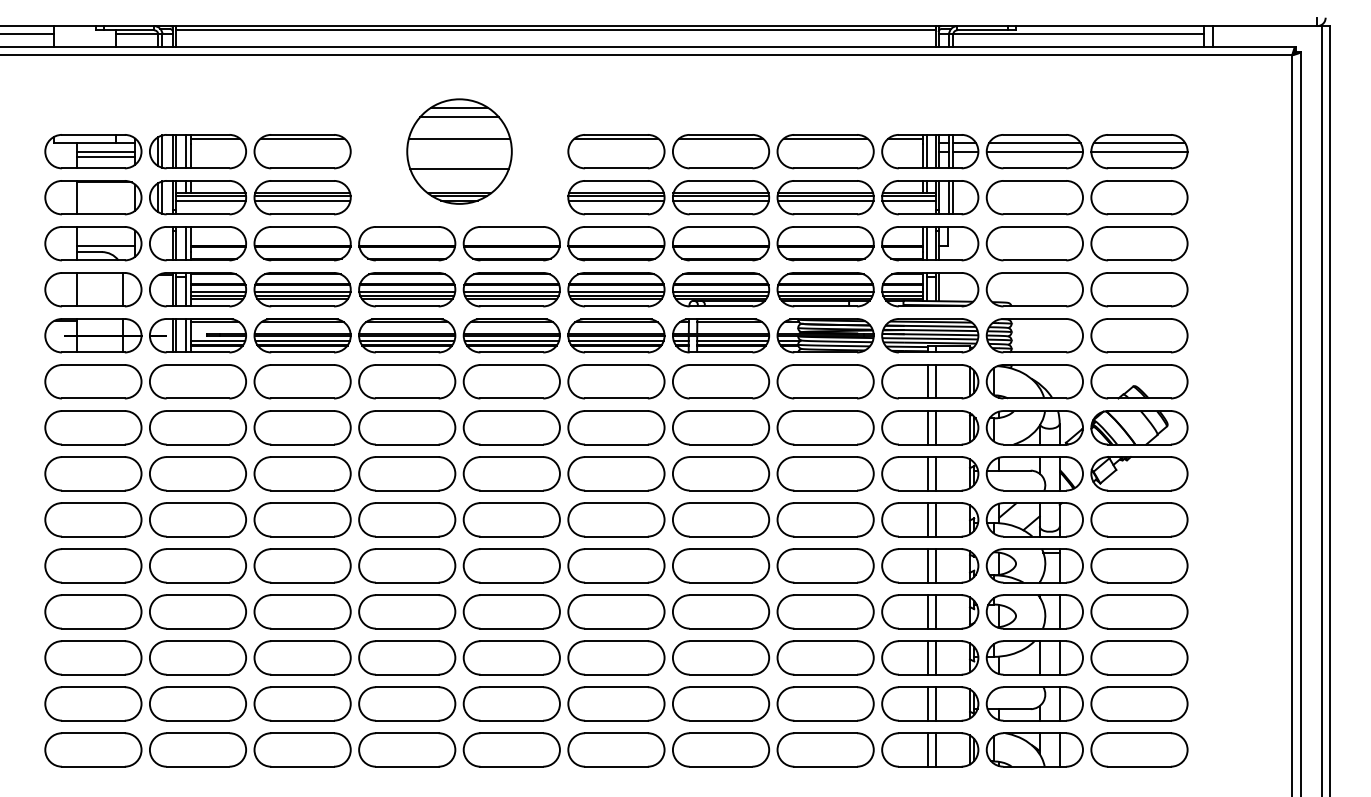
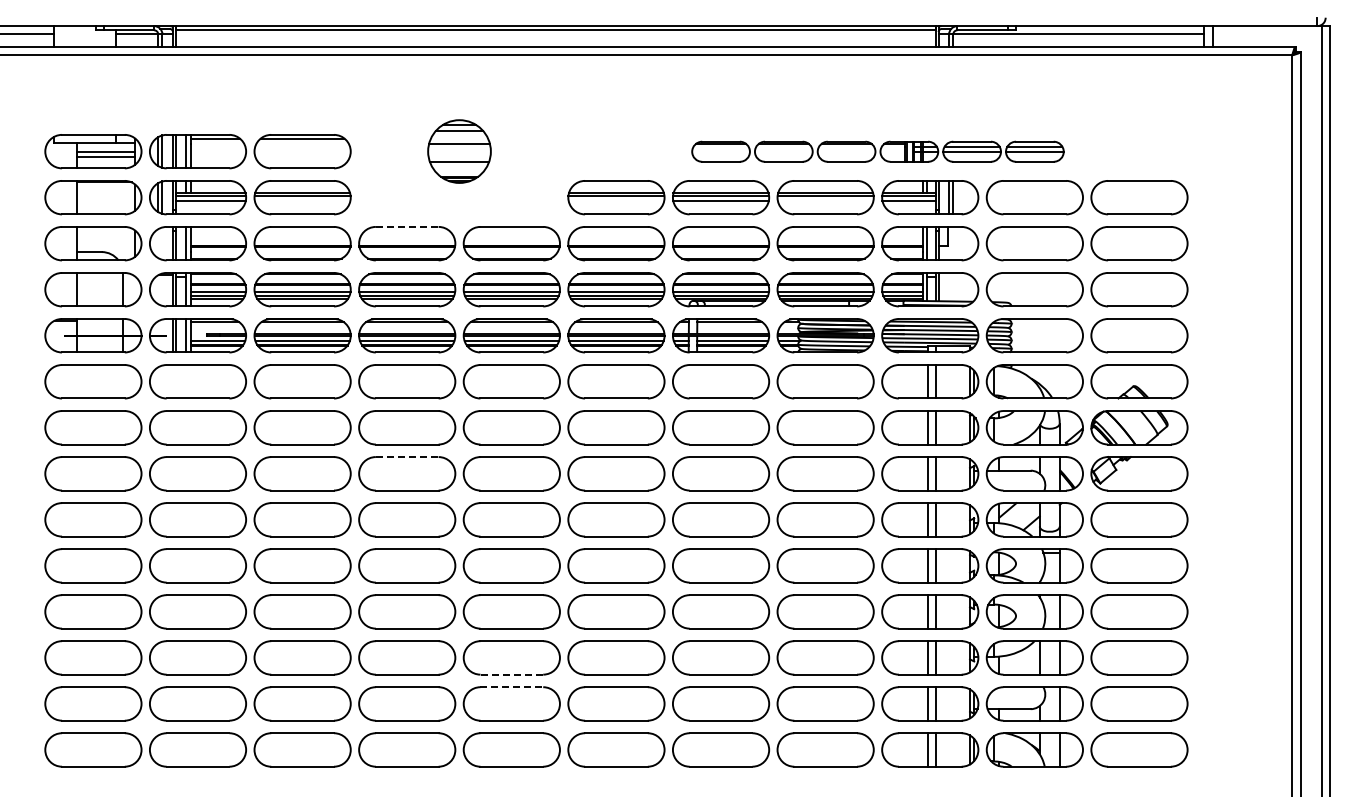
part at (459, 151) size: 107x107 px -> 65x65 px
part at (877, 151) size: 622x36 px -> 374x23 px
line at (302, 200): present -> none
line at (616, 200): present -> none
line at (825, 200): present -> none
line at (407, 226): solid -> dashed
line at (105, 245): present -> none
line at (407, 457): solid -> dashed
line at (511, 674): solid -> dashed
line at (512, 687): solid -> dashed
